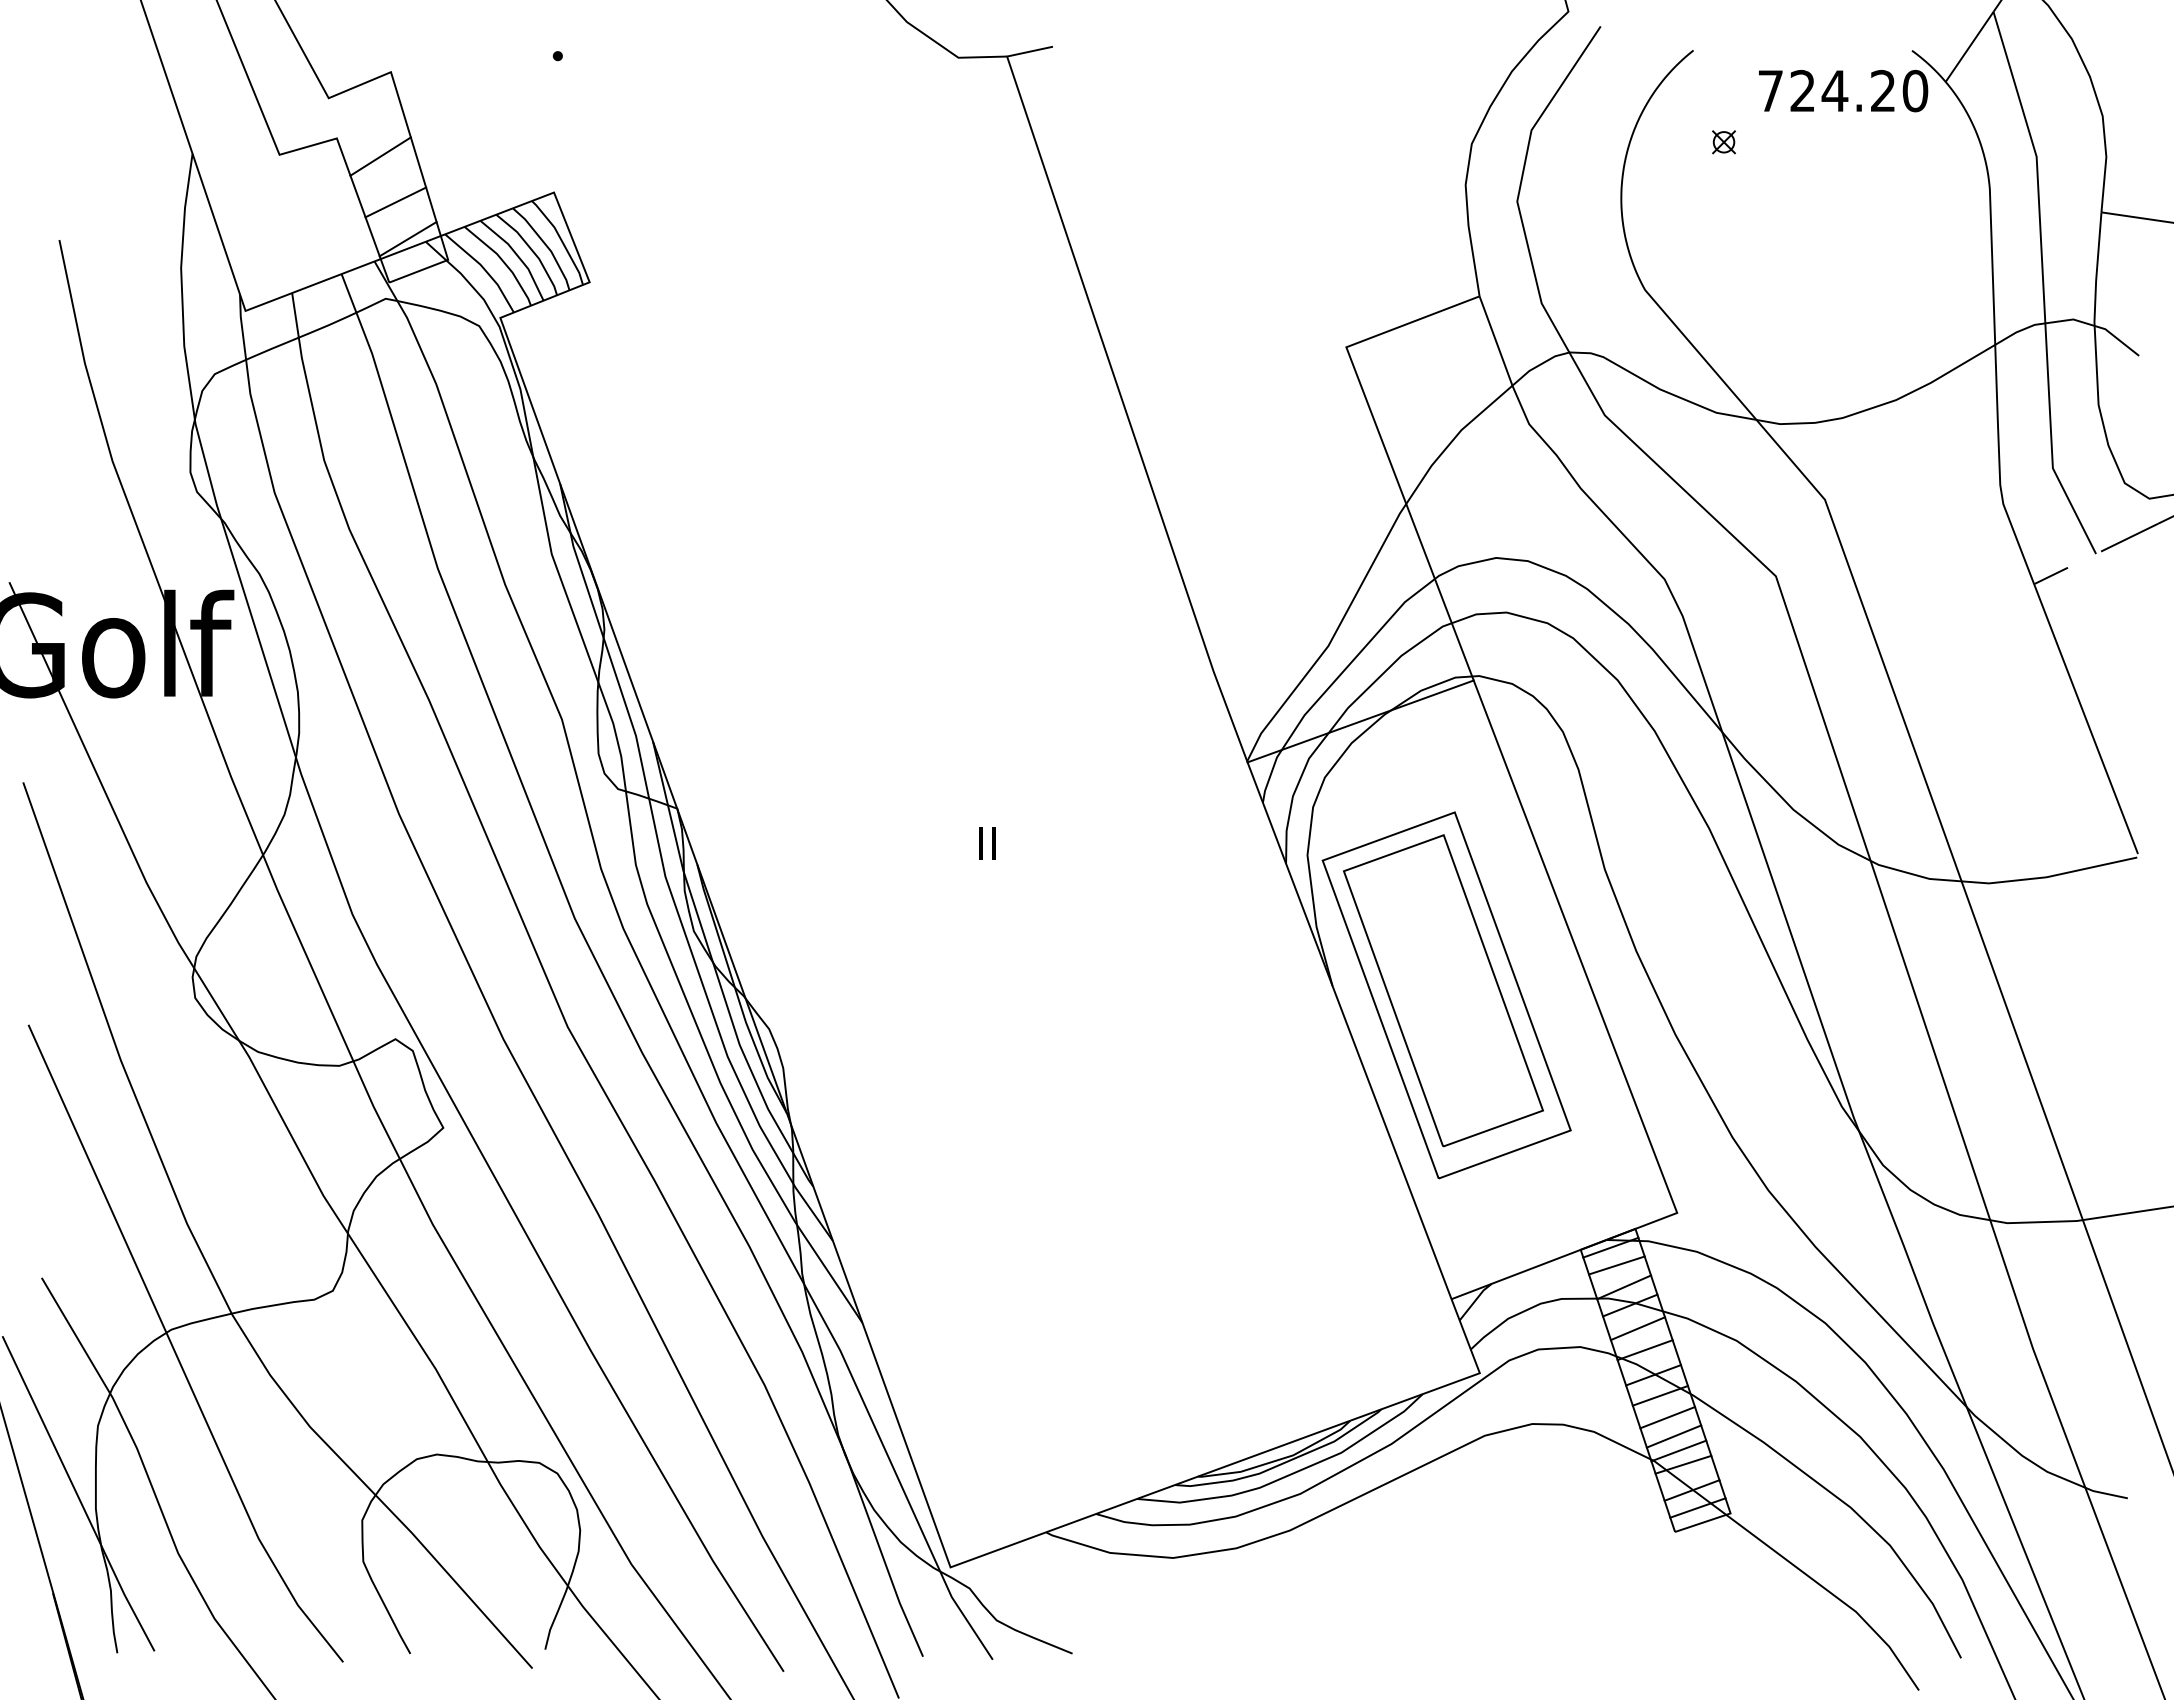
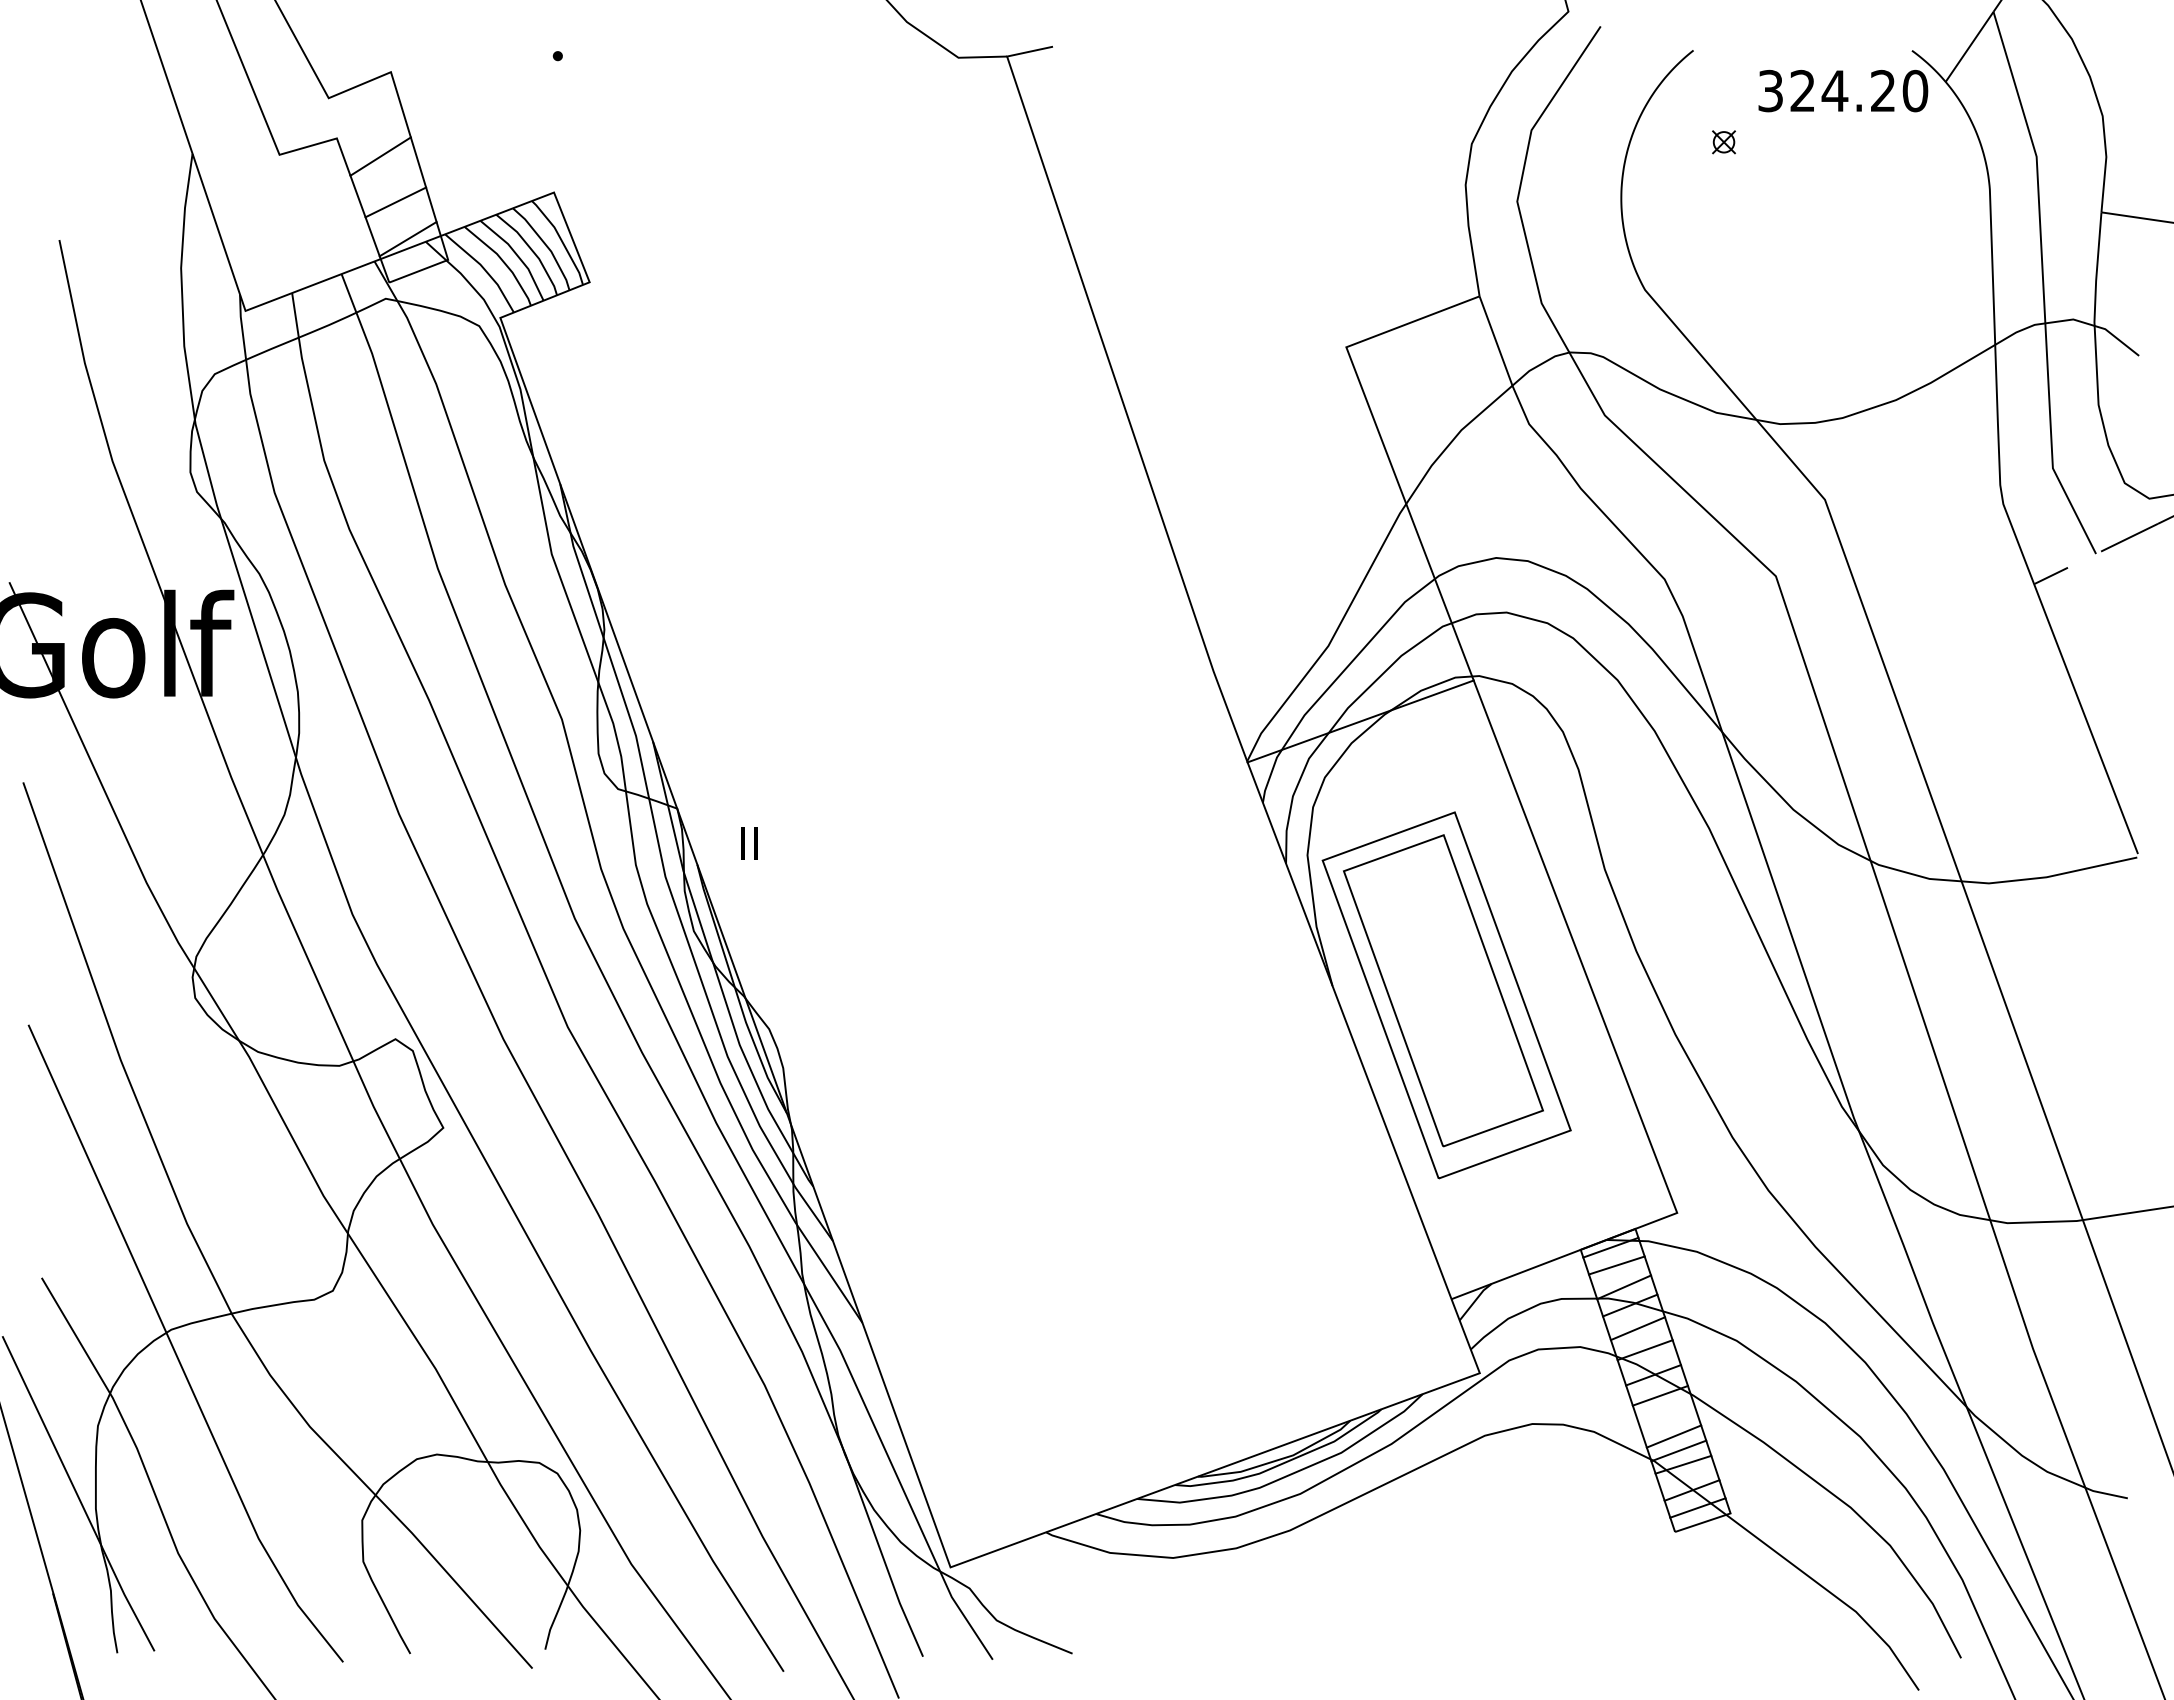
text at (1770, 90): 724.20 -> 324.20
text at (987, 843) position: (987, 843) -> (749, 843)
line at (1667, 1417): present -> none
